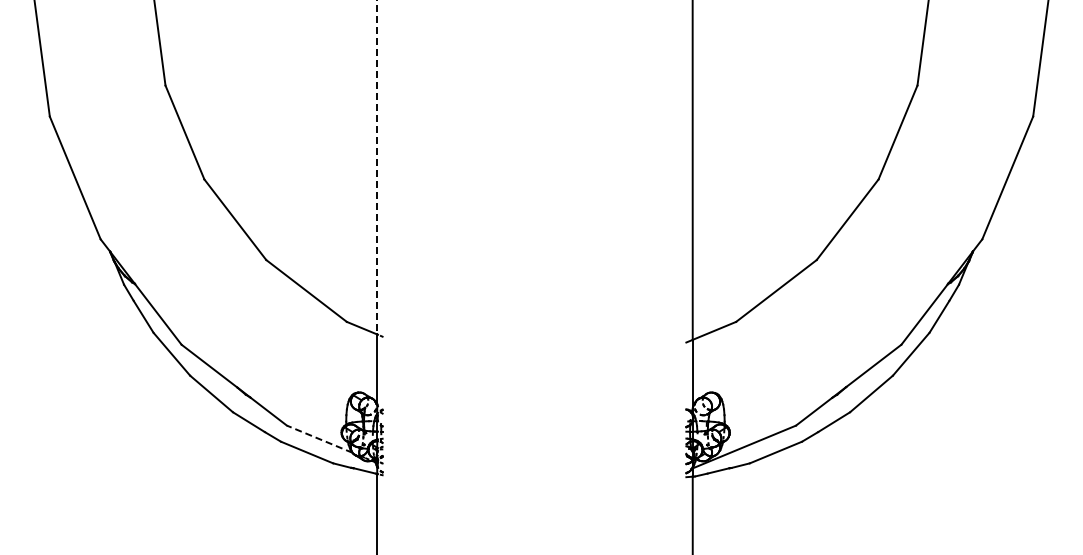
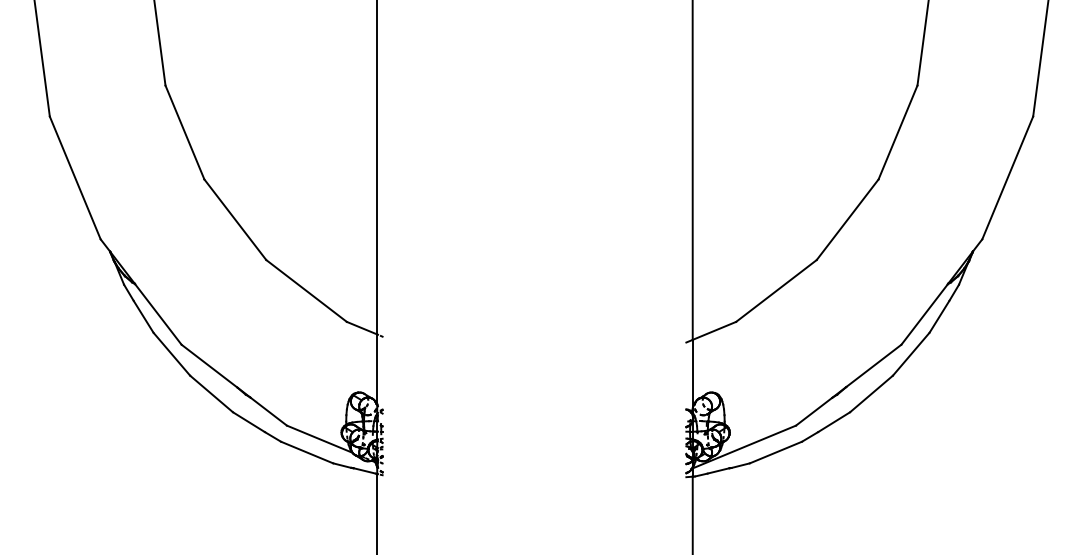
line at (377, 167): dashed -> solid
line at (319, 439): dashed -> solid
